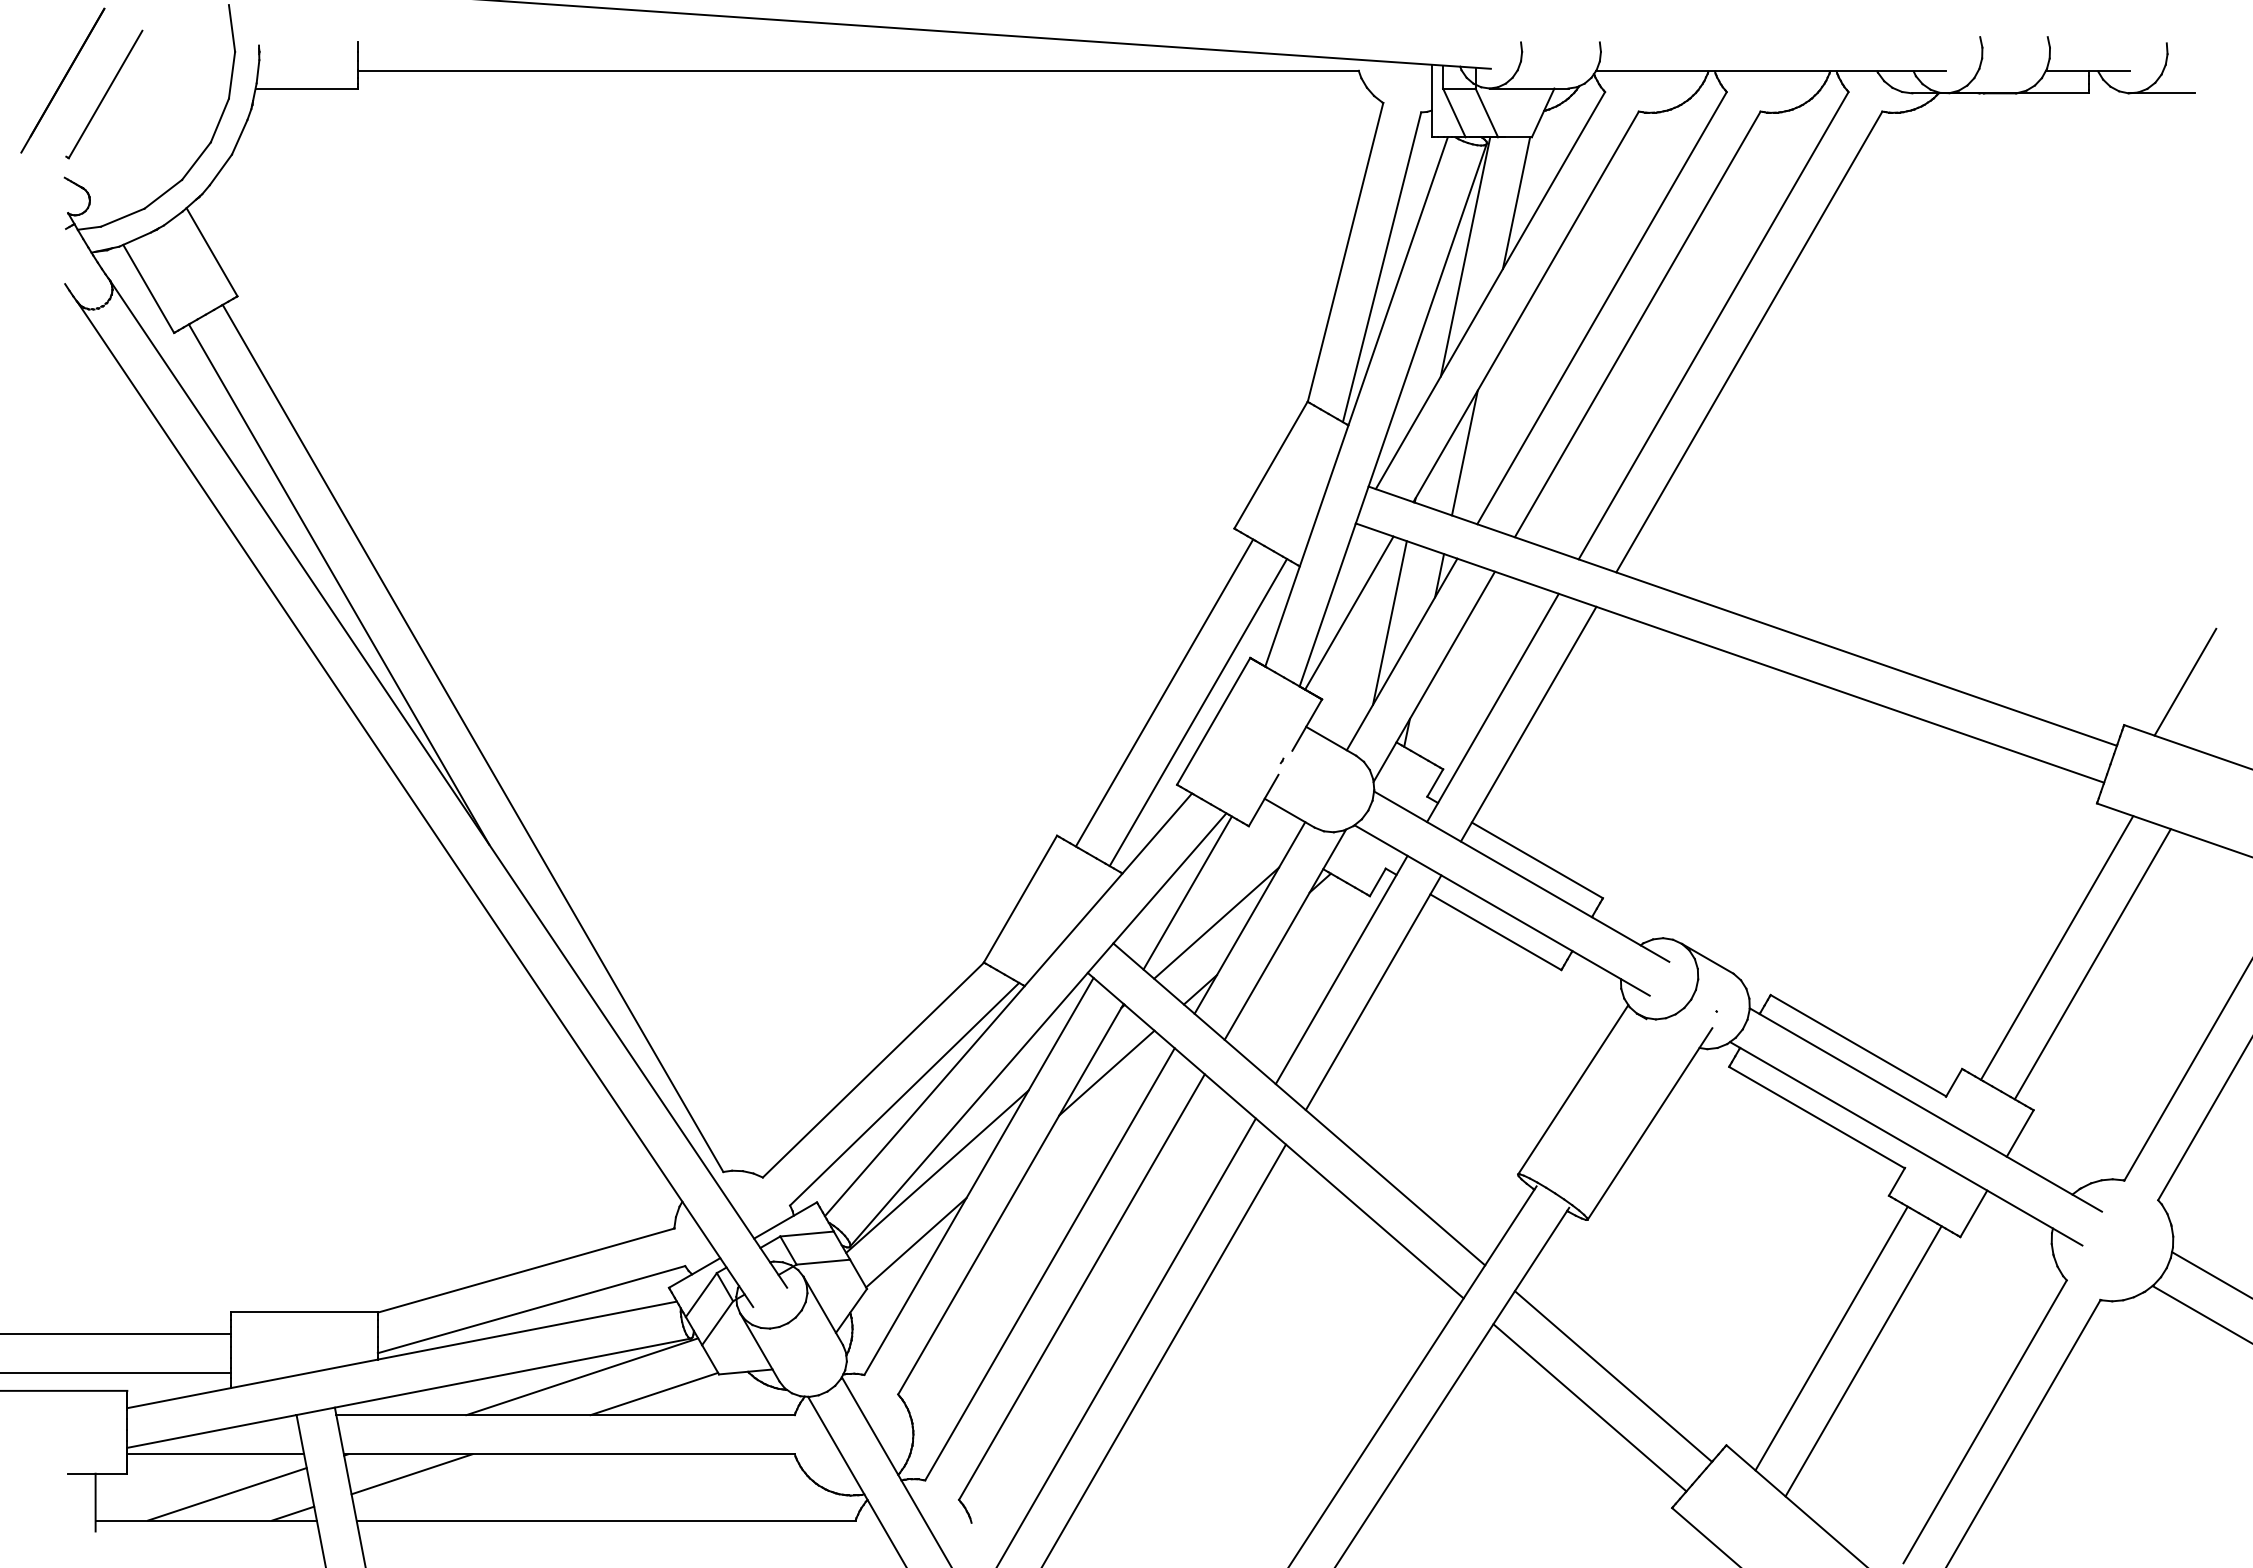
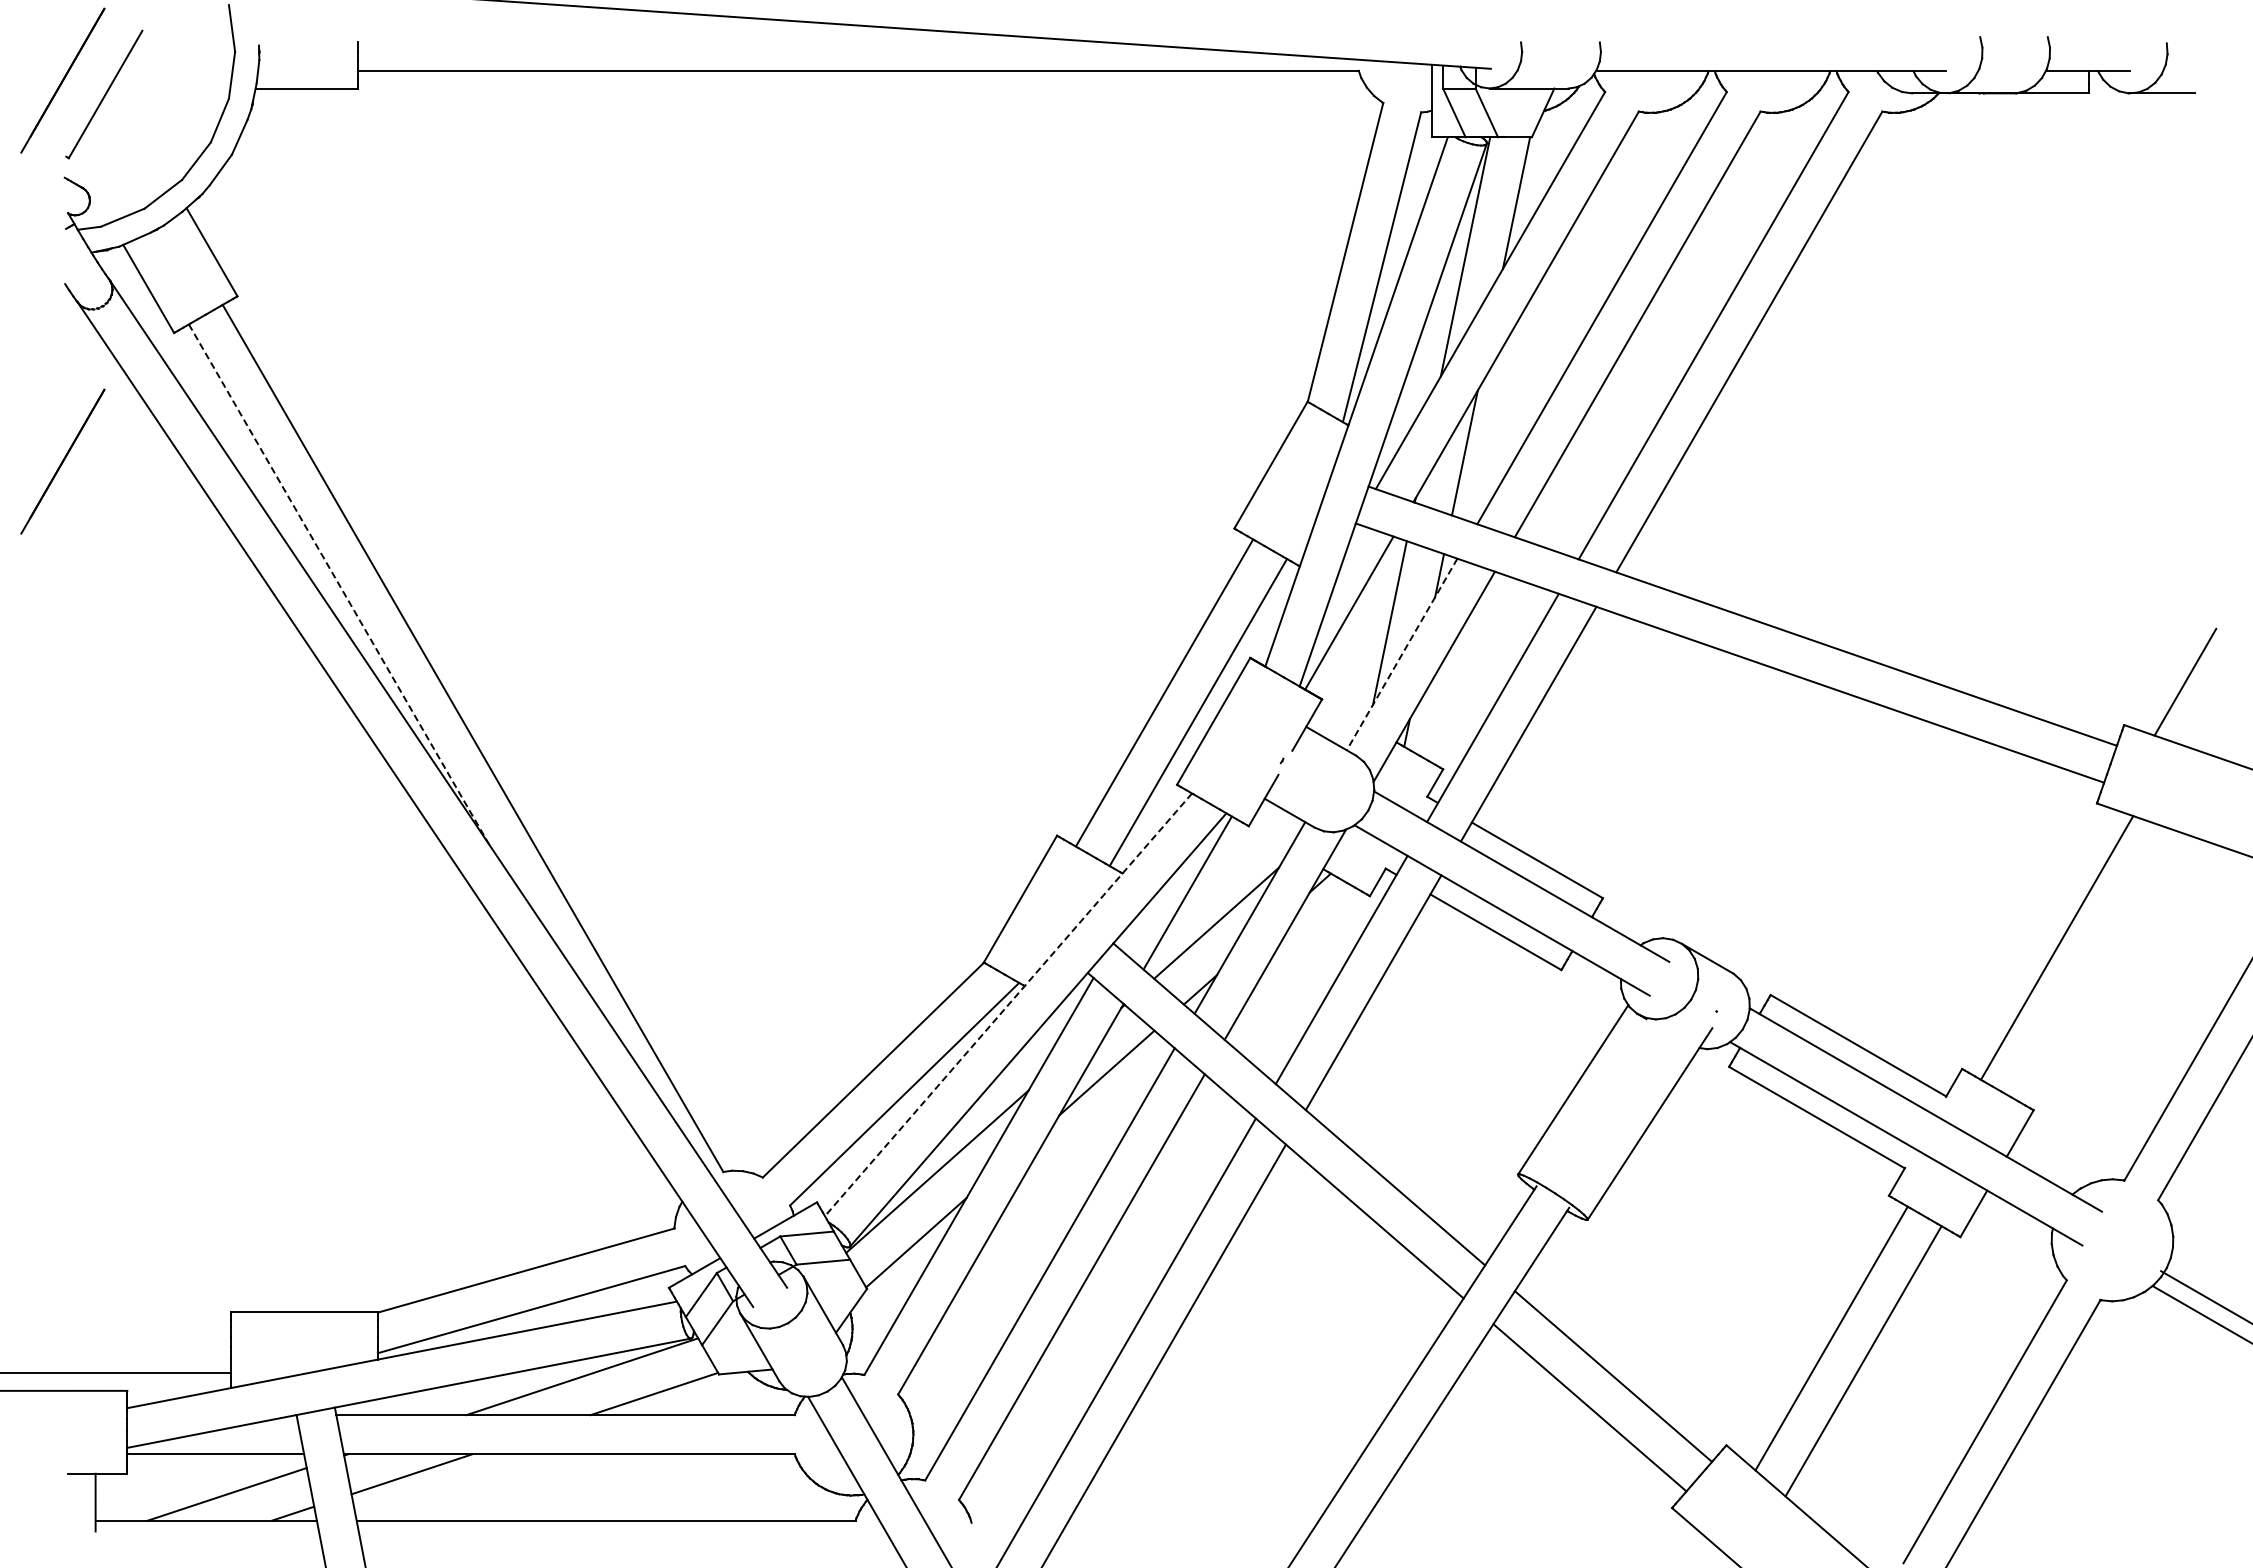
line at (62, 461): none -> present
line at (339, 585): solid -> dashed
line at (1402, 654): solid -> dashed
line at (2092, 964): present -> none
line at (1008, 1004): solid -> dashed
line at (2210, 1274) position: (2210, 1274) -> (2205, 1296)
line at (116, 1334): present -> none
